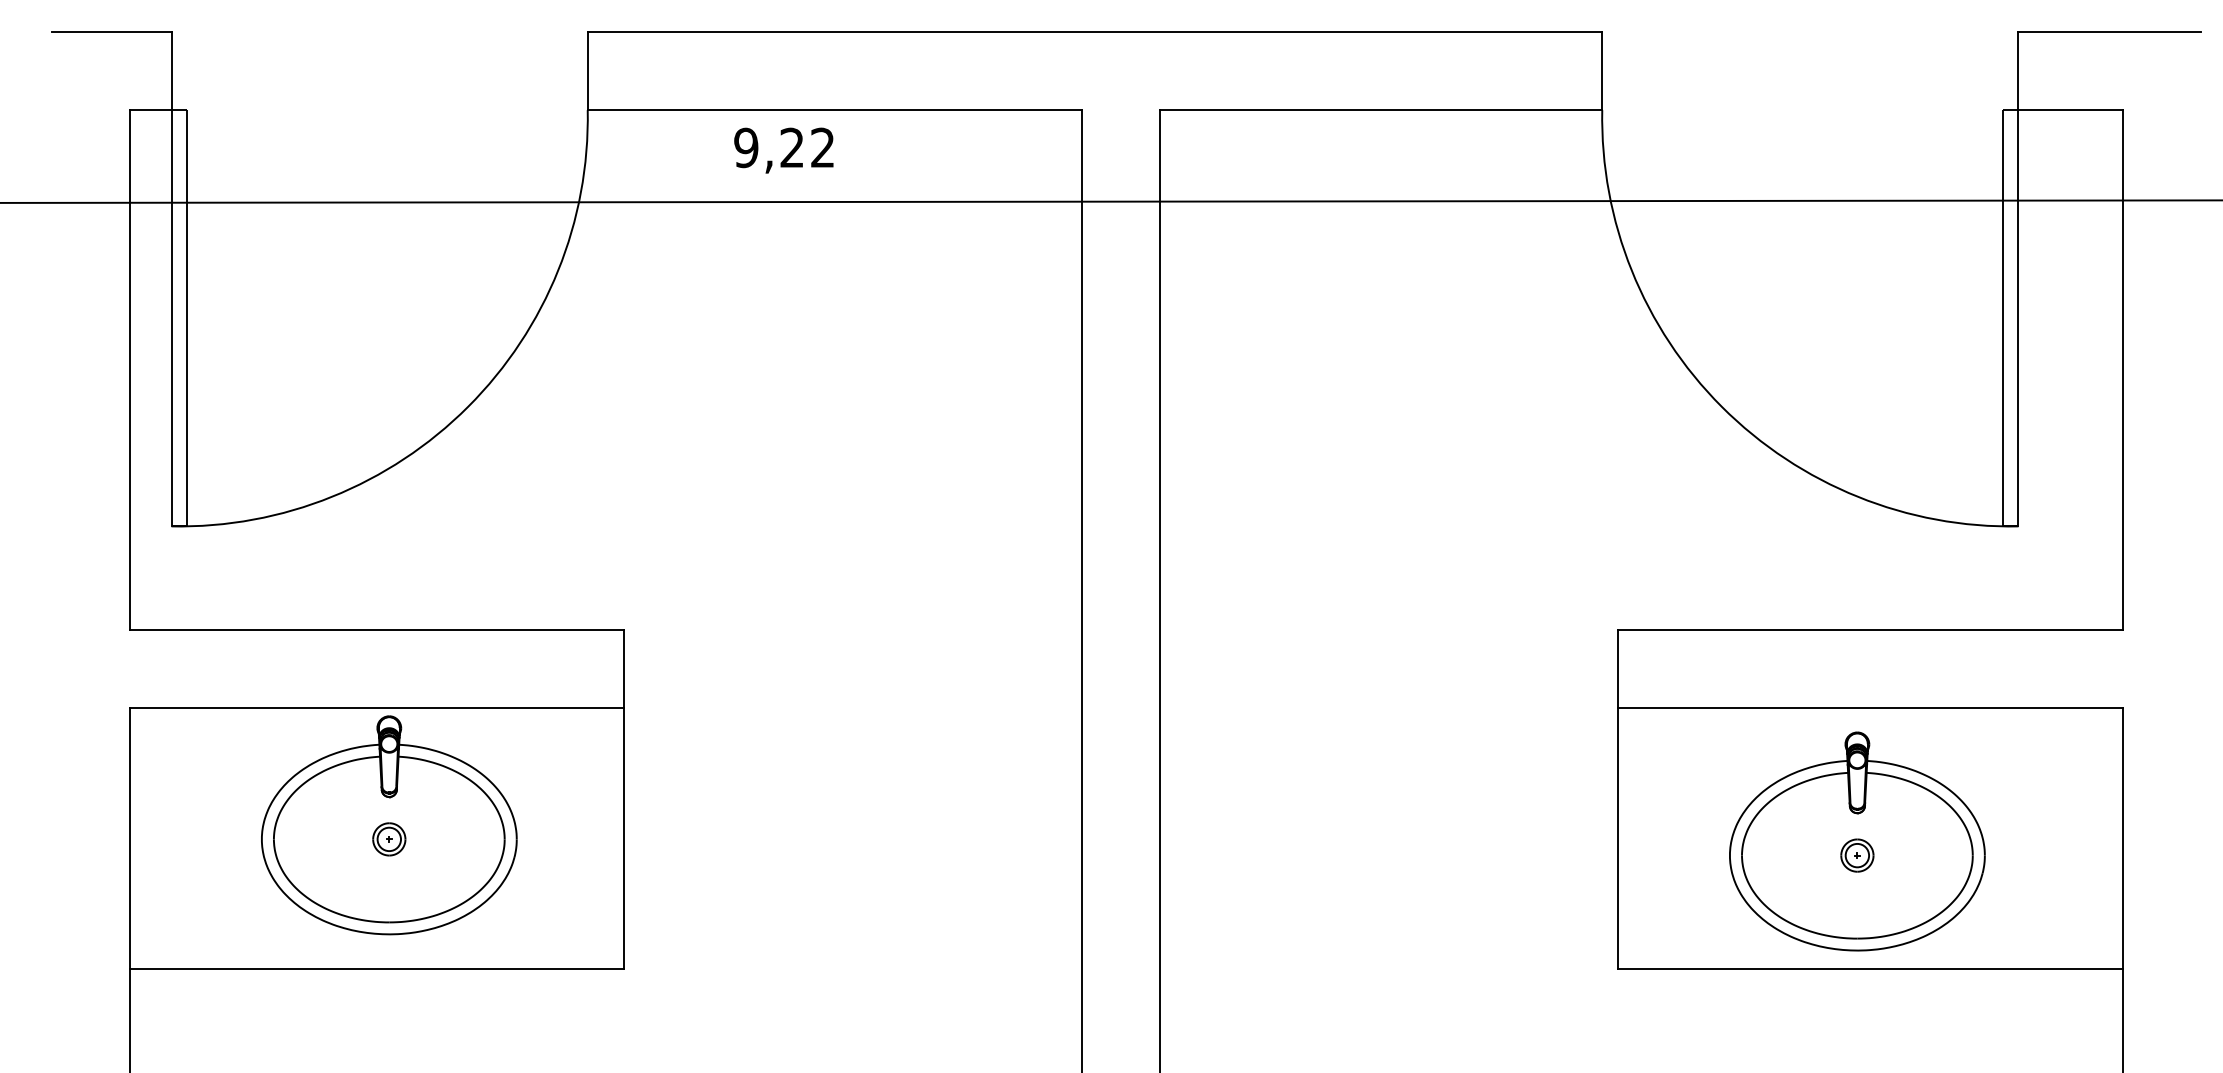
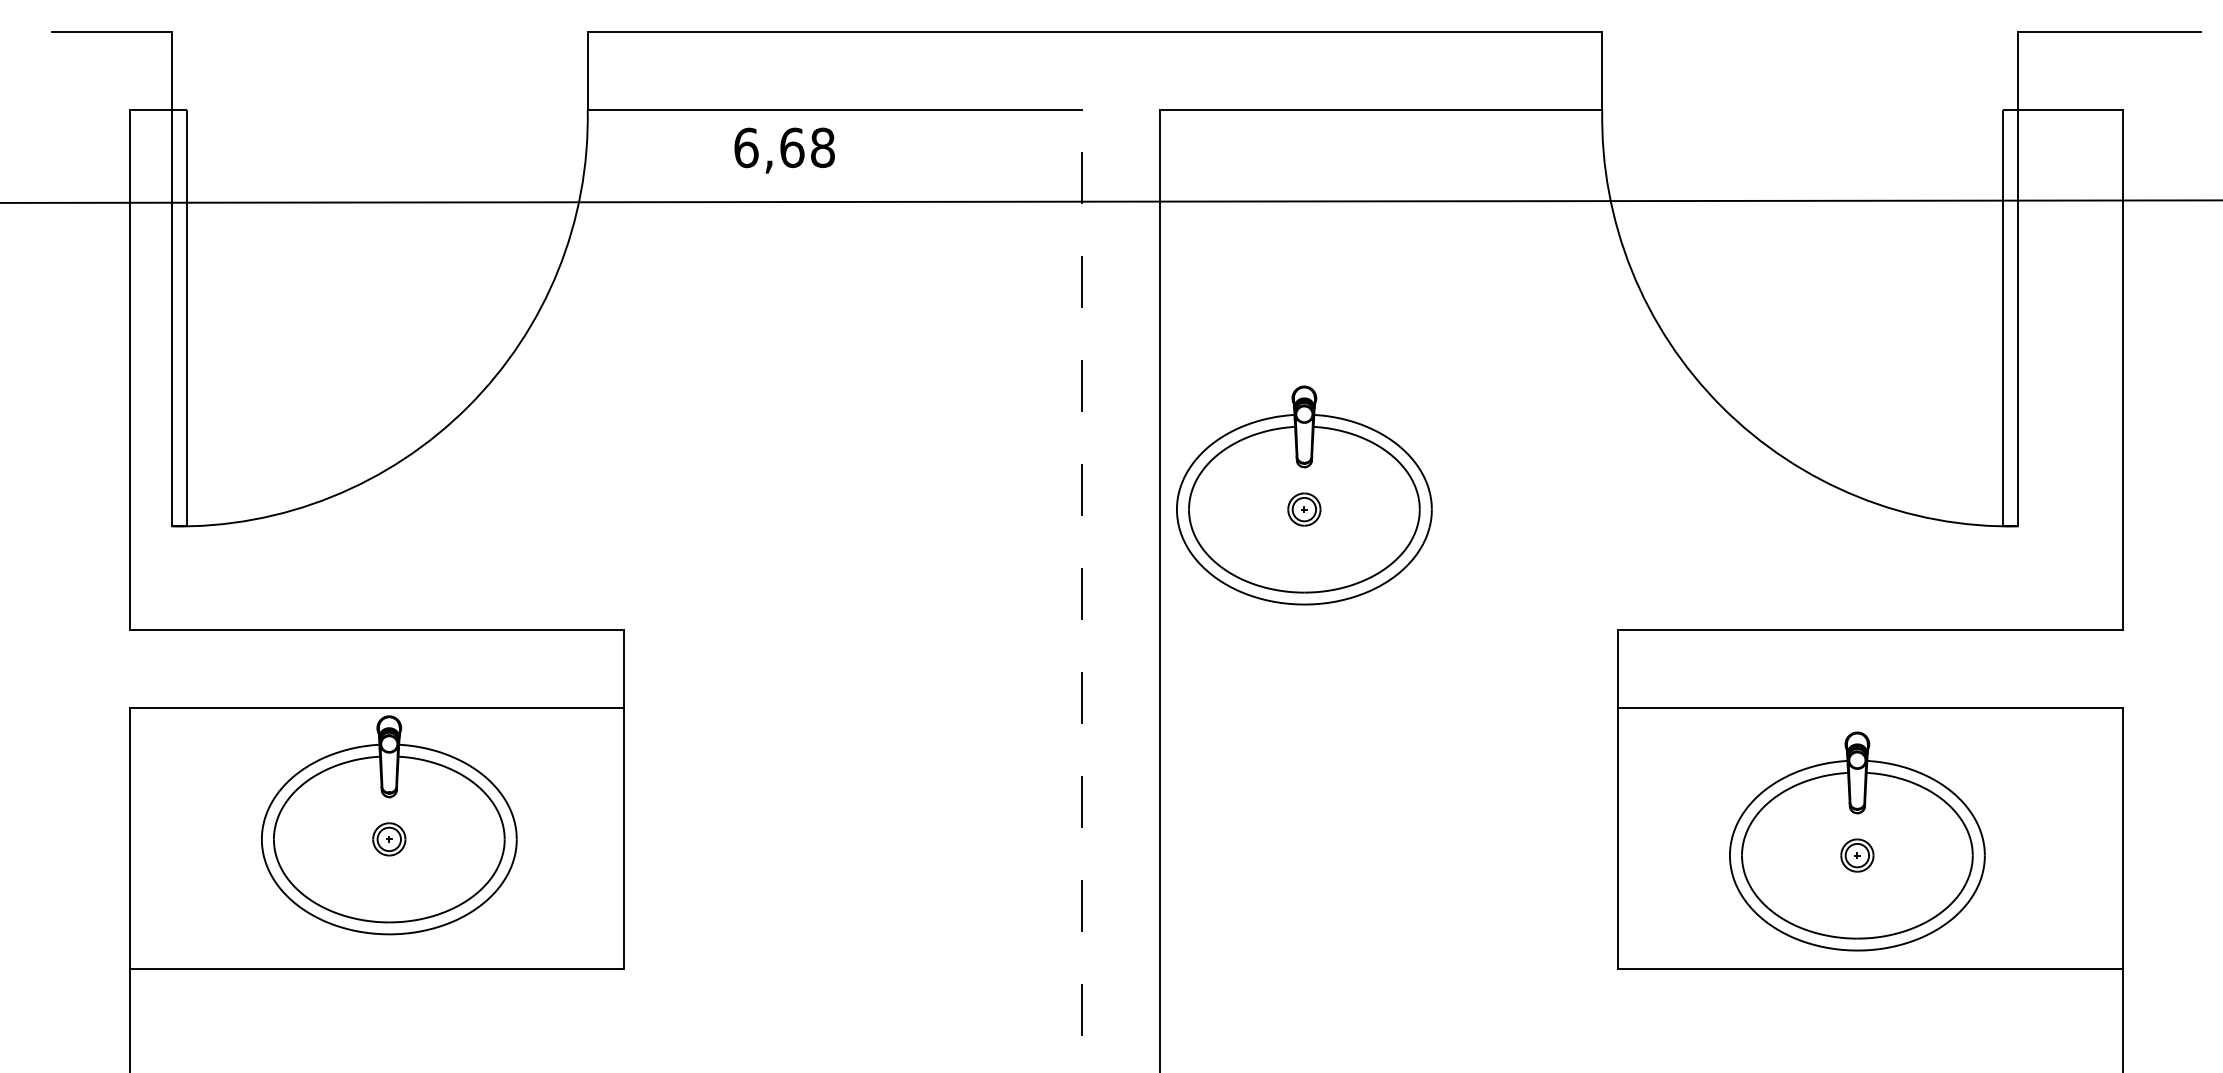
text at (784, 147): 9,22 -> 6,68
part at (1304, 495): none -> present
line at (1081, 591): solid -> dashed
